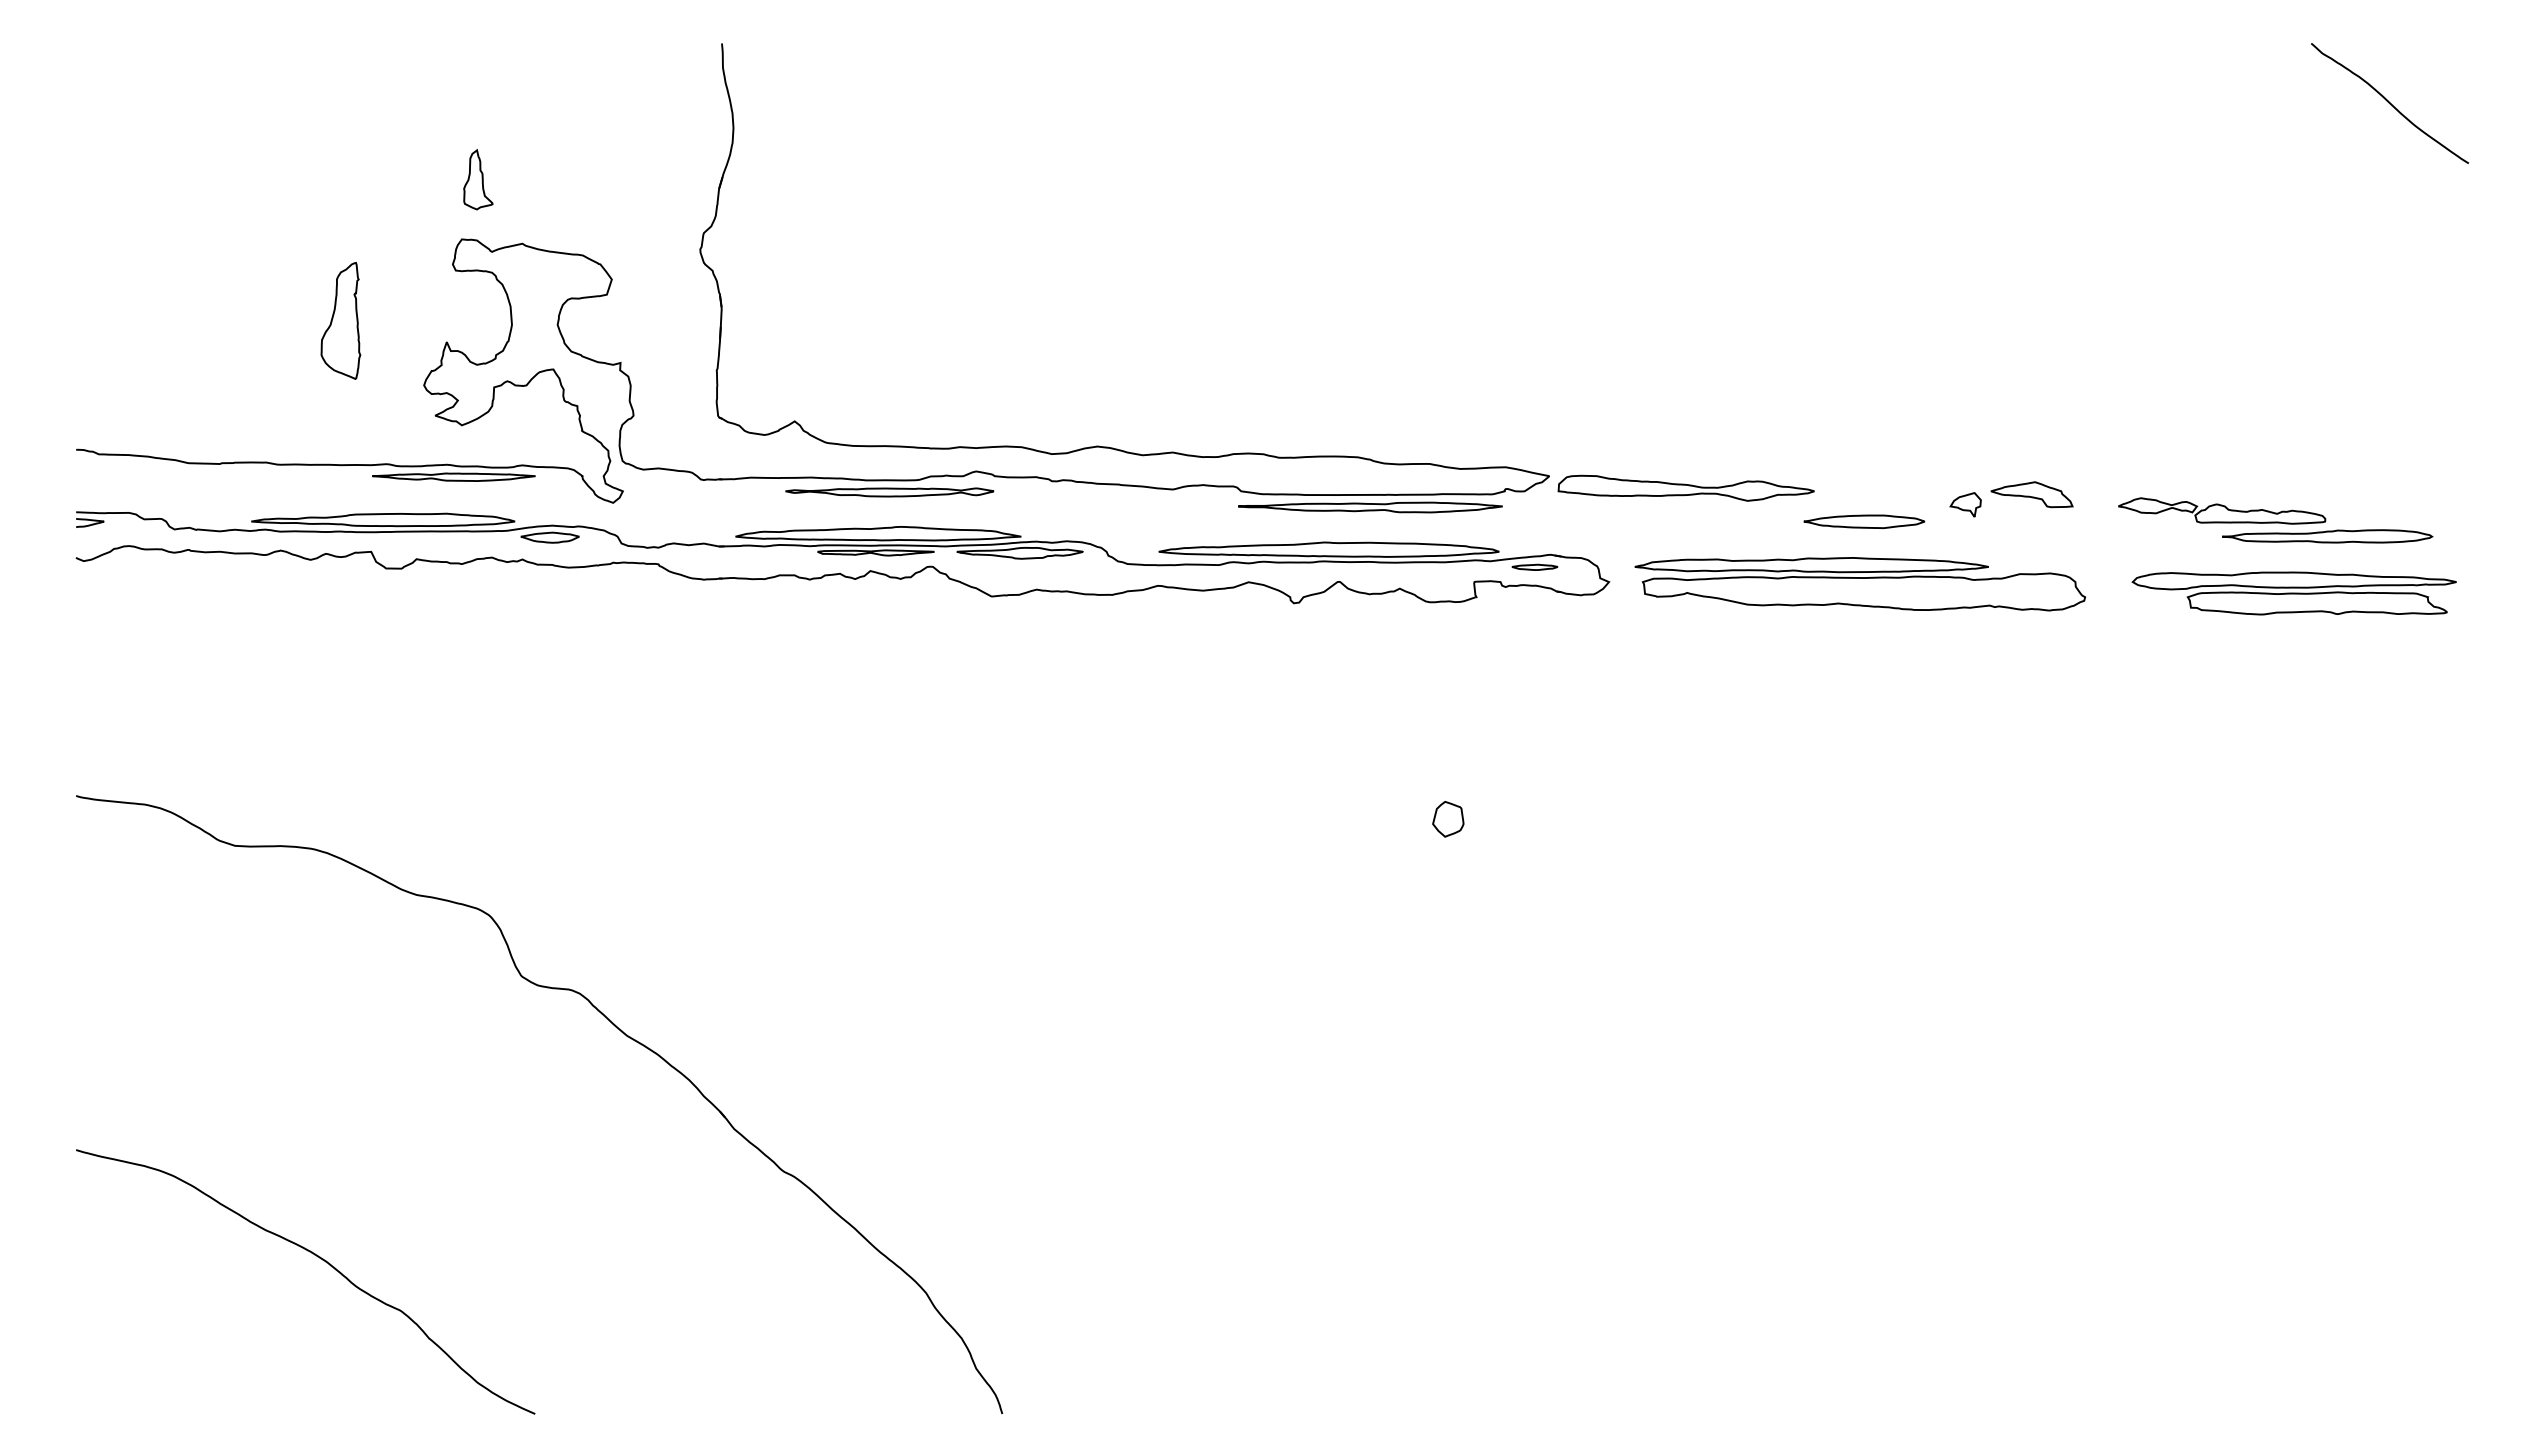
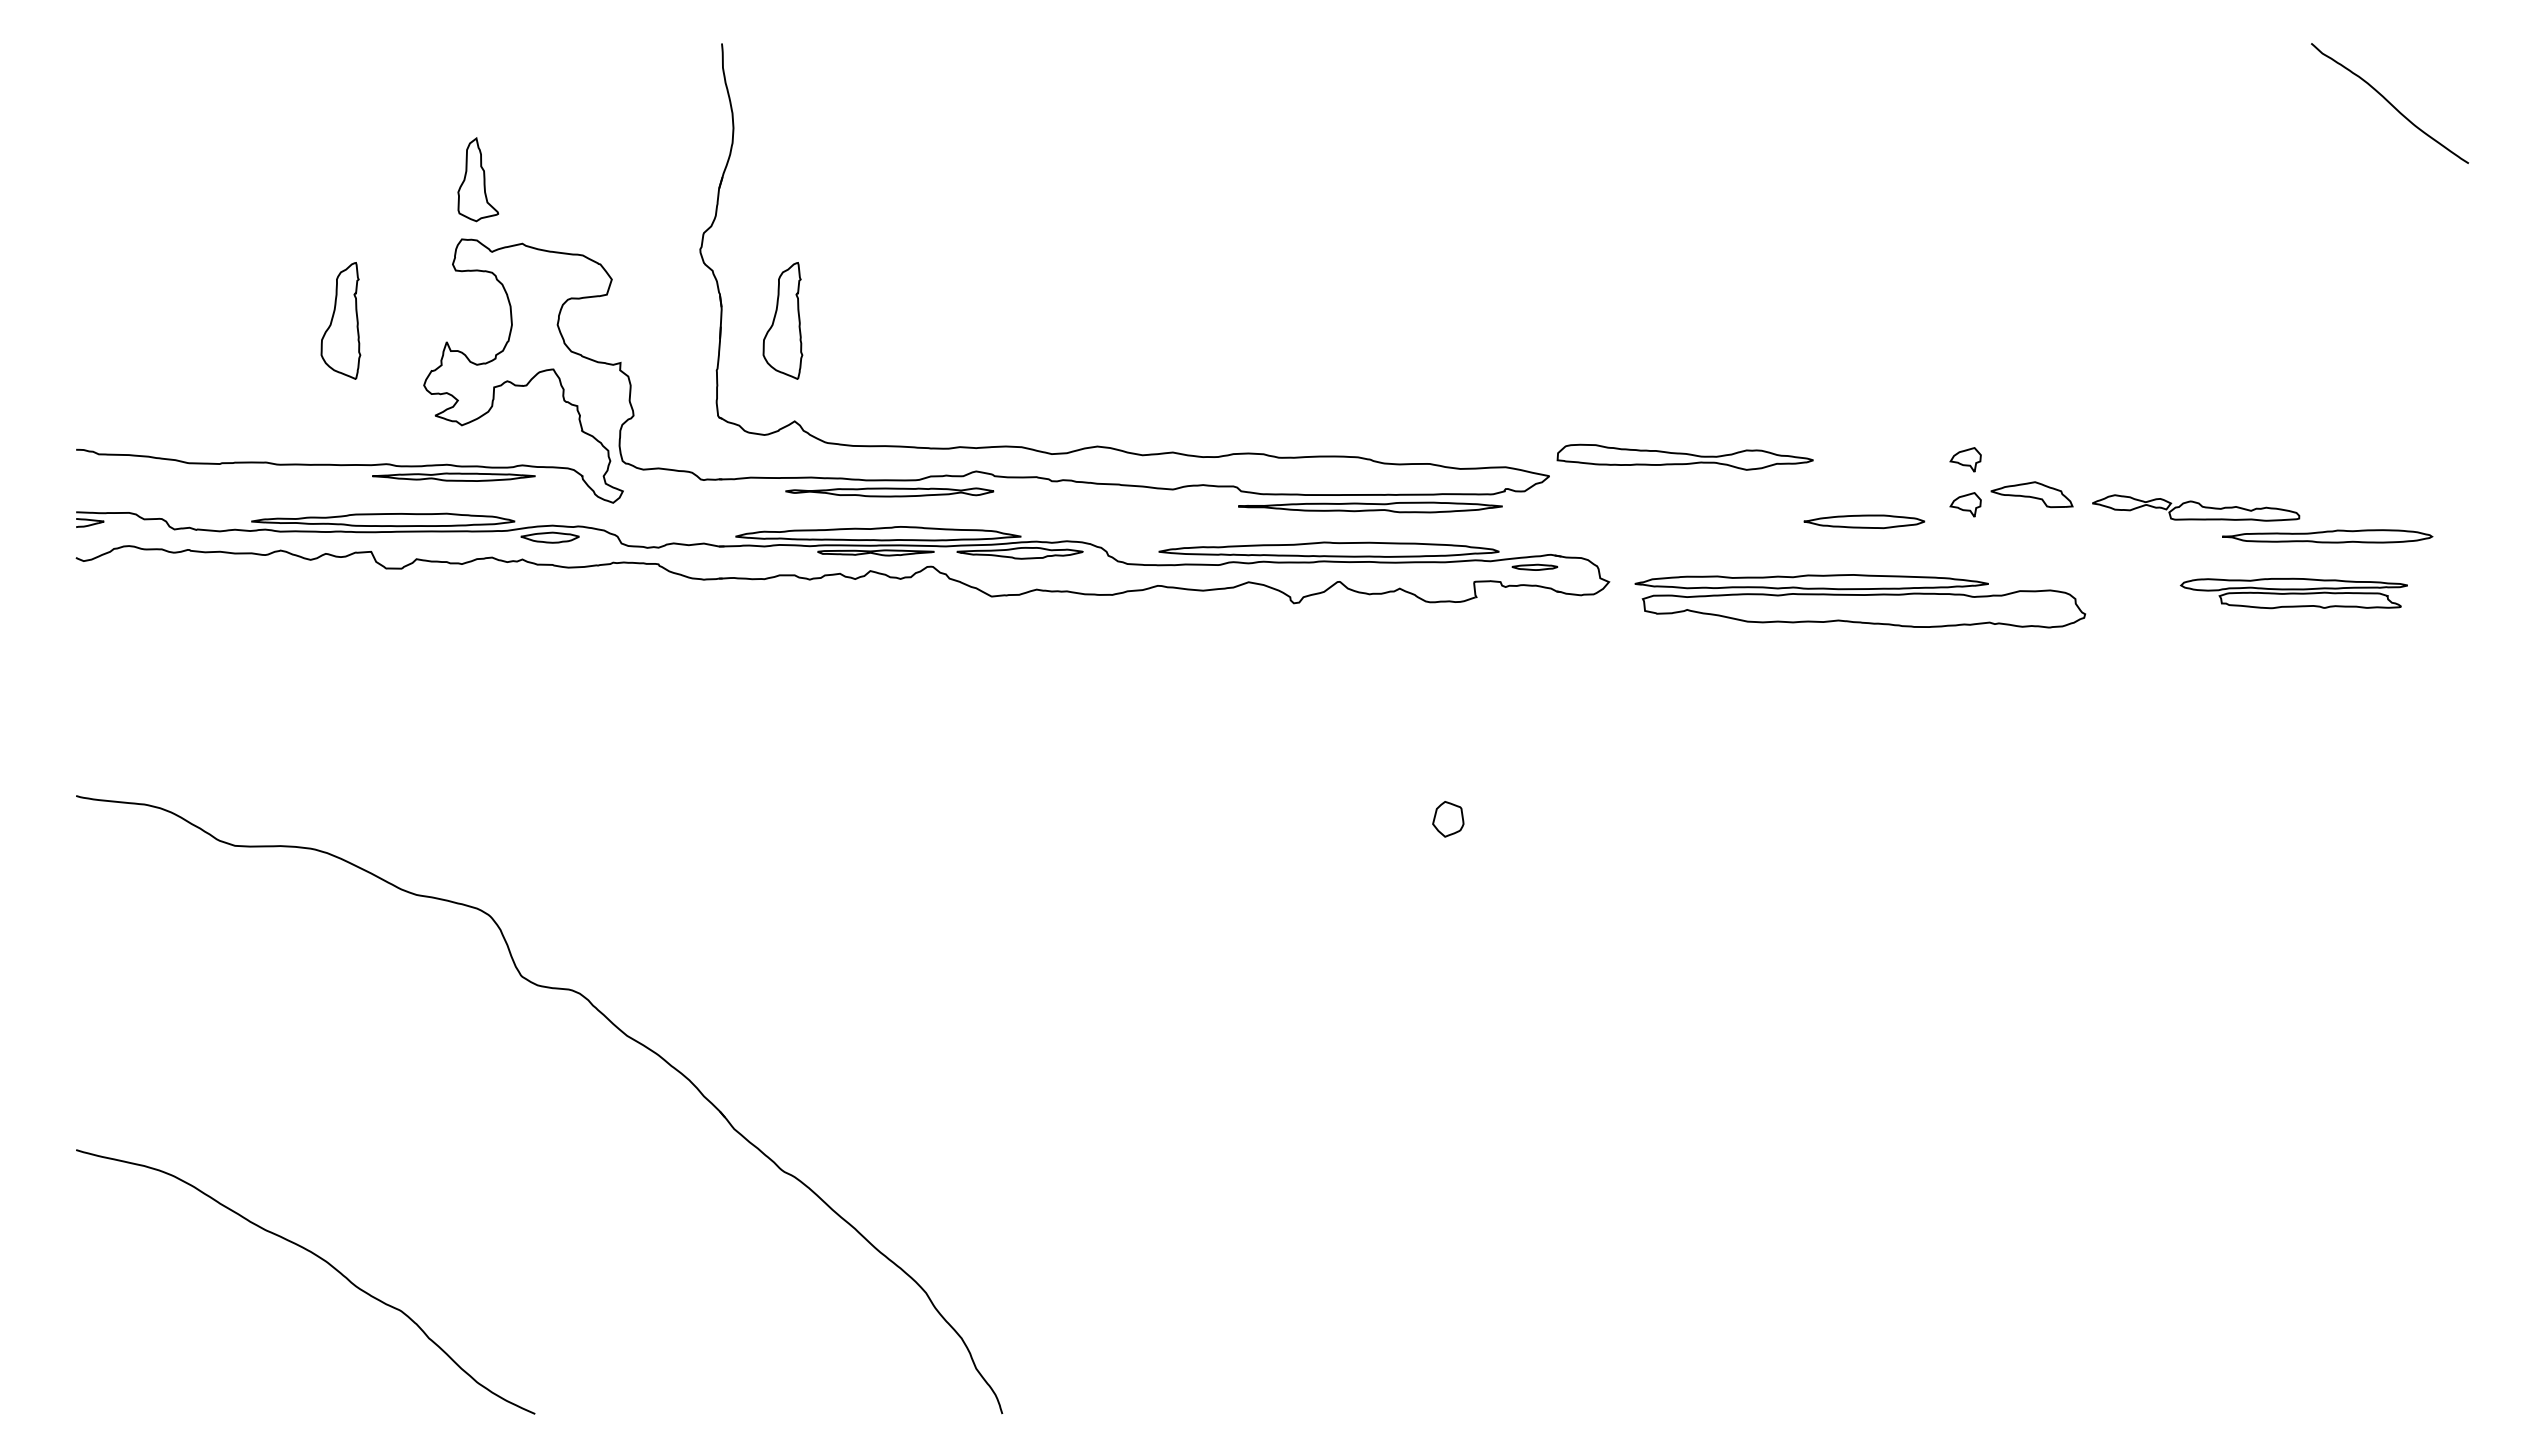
part at (478, 179) size: 31x62 px -> 43x86 px
part at (782, 320): none -> present
part at (1965, 459): none -> present
part at (1685, 487) position: (1685, 487) -> (1684, 456)
part at (2222, 510) position: (2222, 510) -> (2196, 507)
part at (1859, 584) position: (1859, 584) -> (1859, 601)
part at (2293, 593) size: 326x45 px -> 228x33 px
